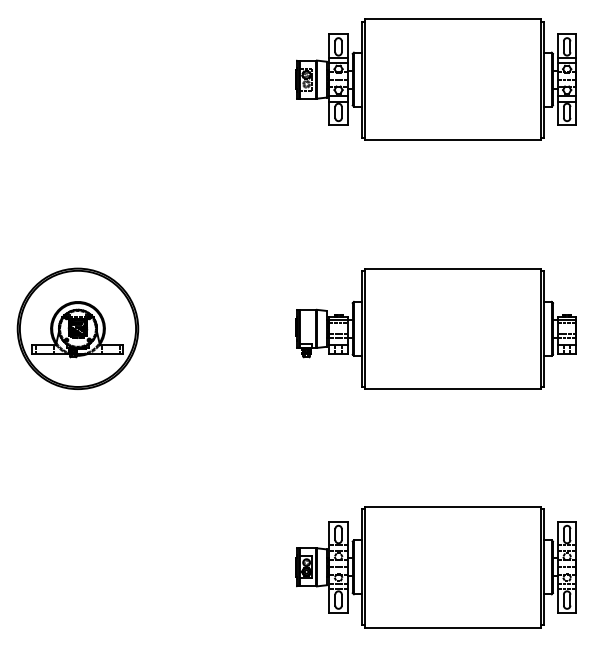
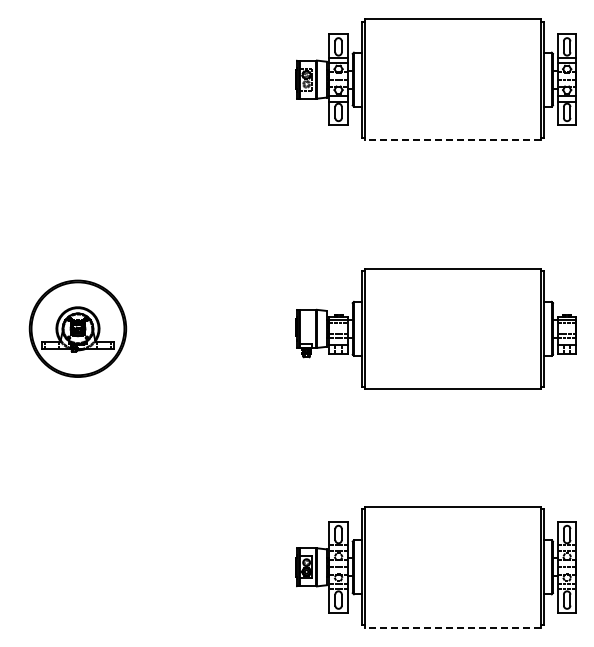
line at (452, 139): solid -> dashed
part at (77, 328) size: 124x123 px -> 100x99 px
line at (452, 627): solid -> dashed
